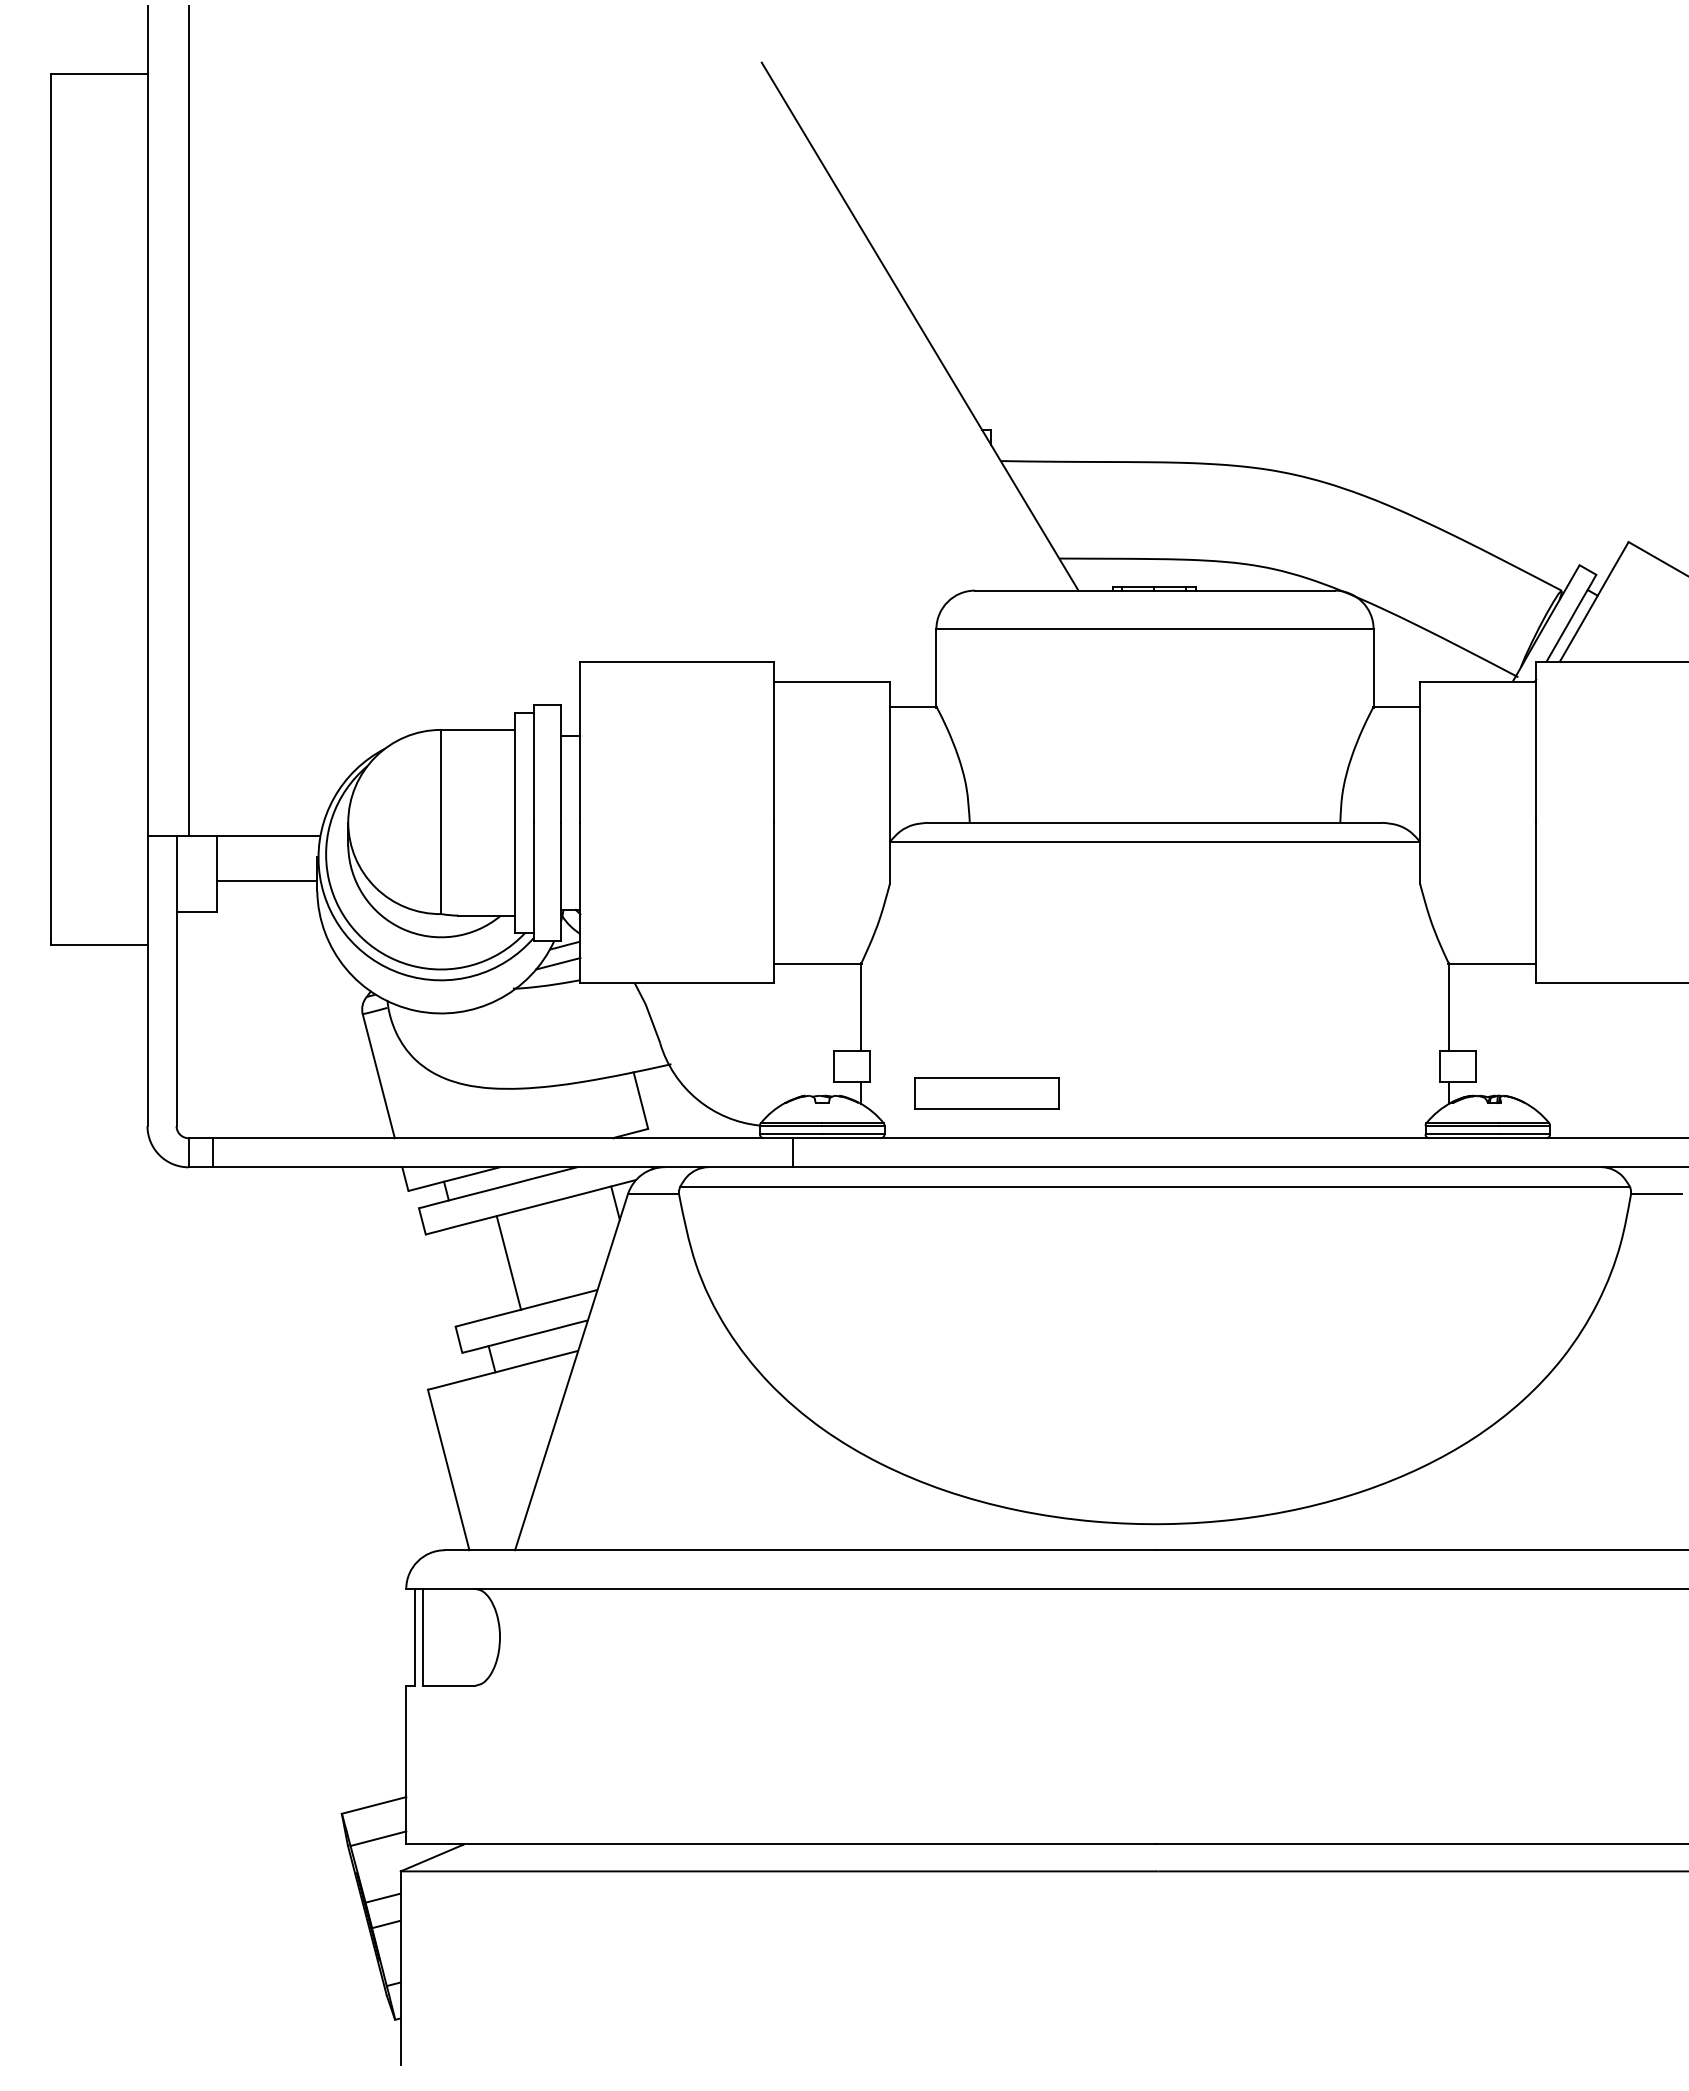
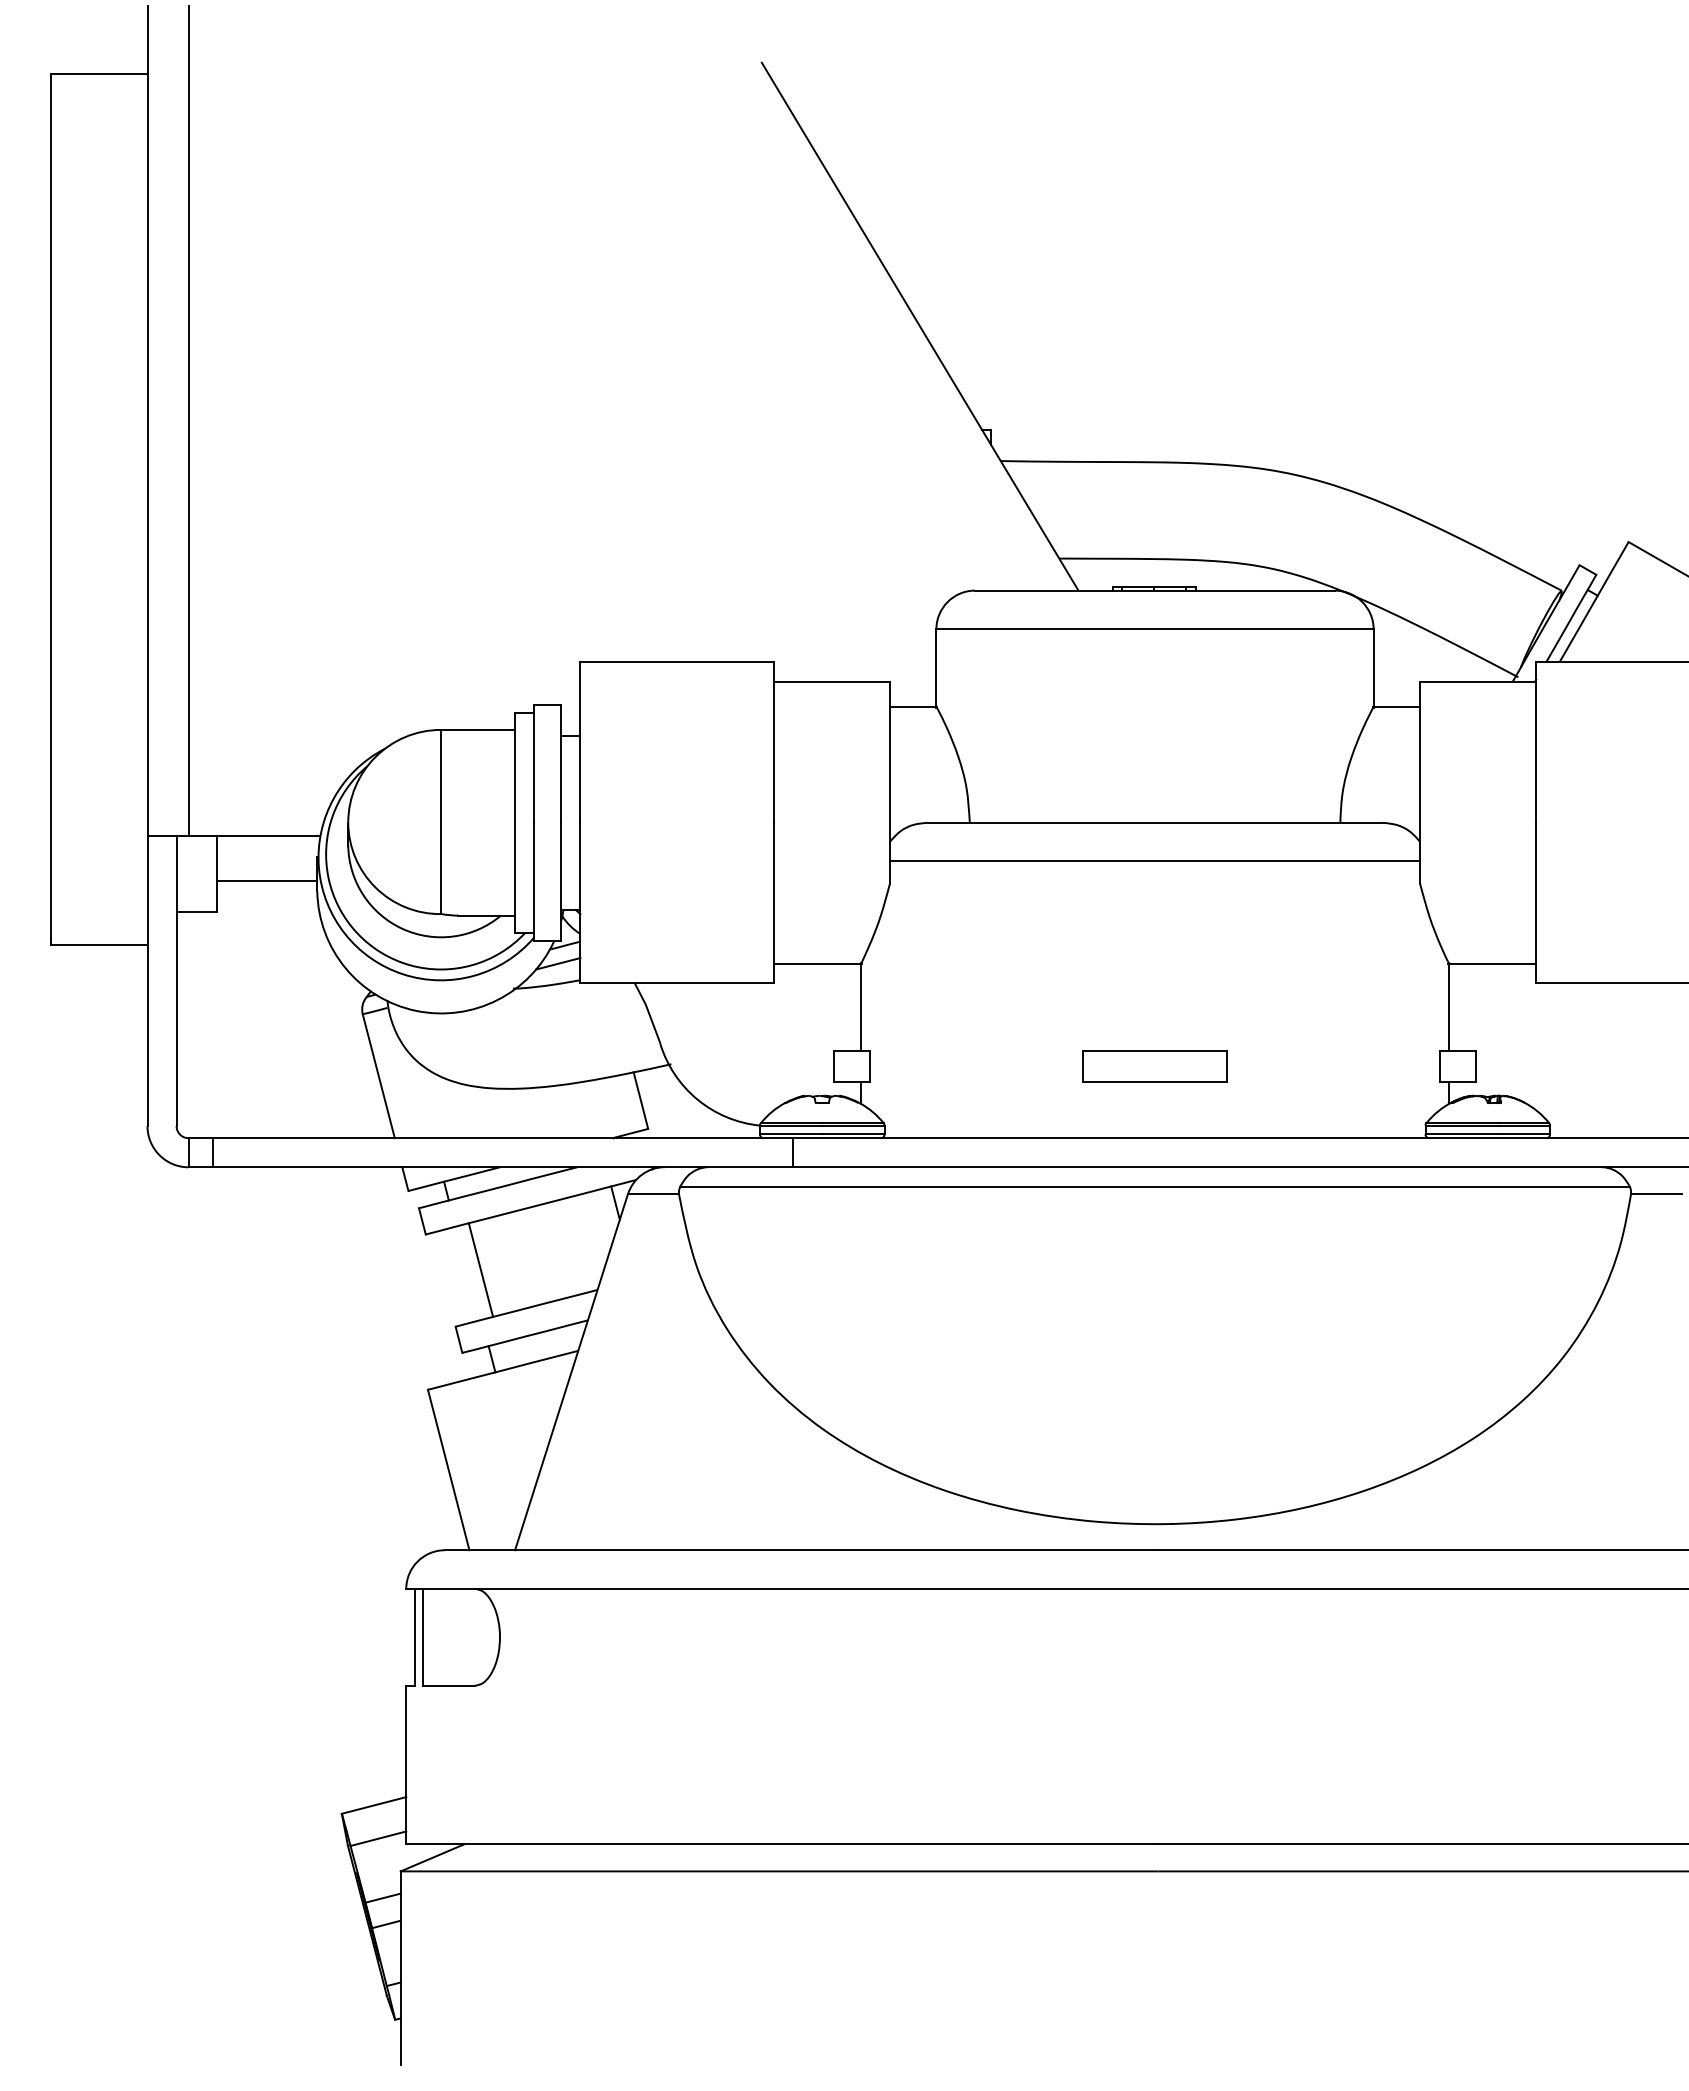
line at (1154, 842) position: (1154, 842) -> (1154, 861)
part at (986, 1093) position: (986, 1093) -> (1154, 1066)
line at (508, 1262) position: (508, 1262) -> (480, 1269)
